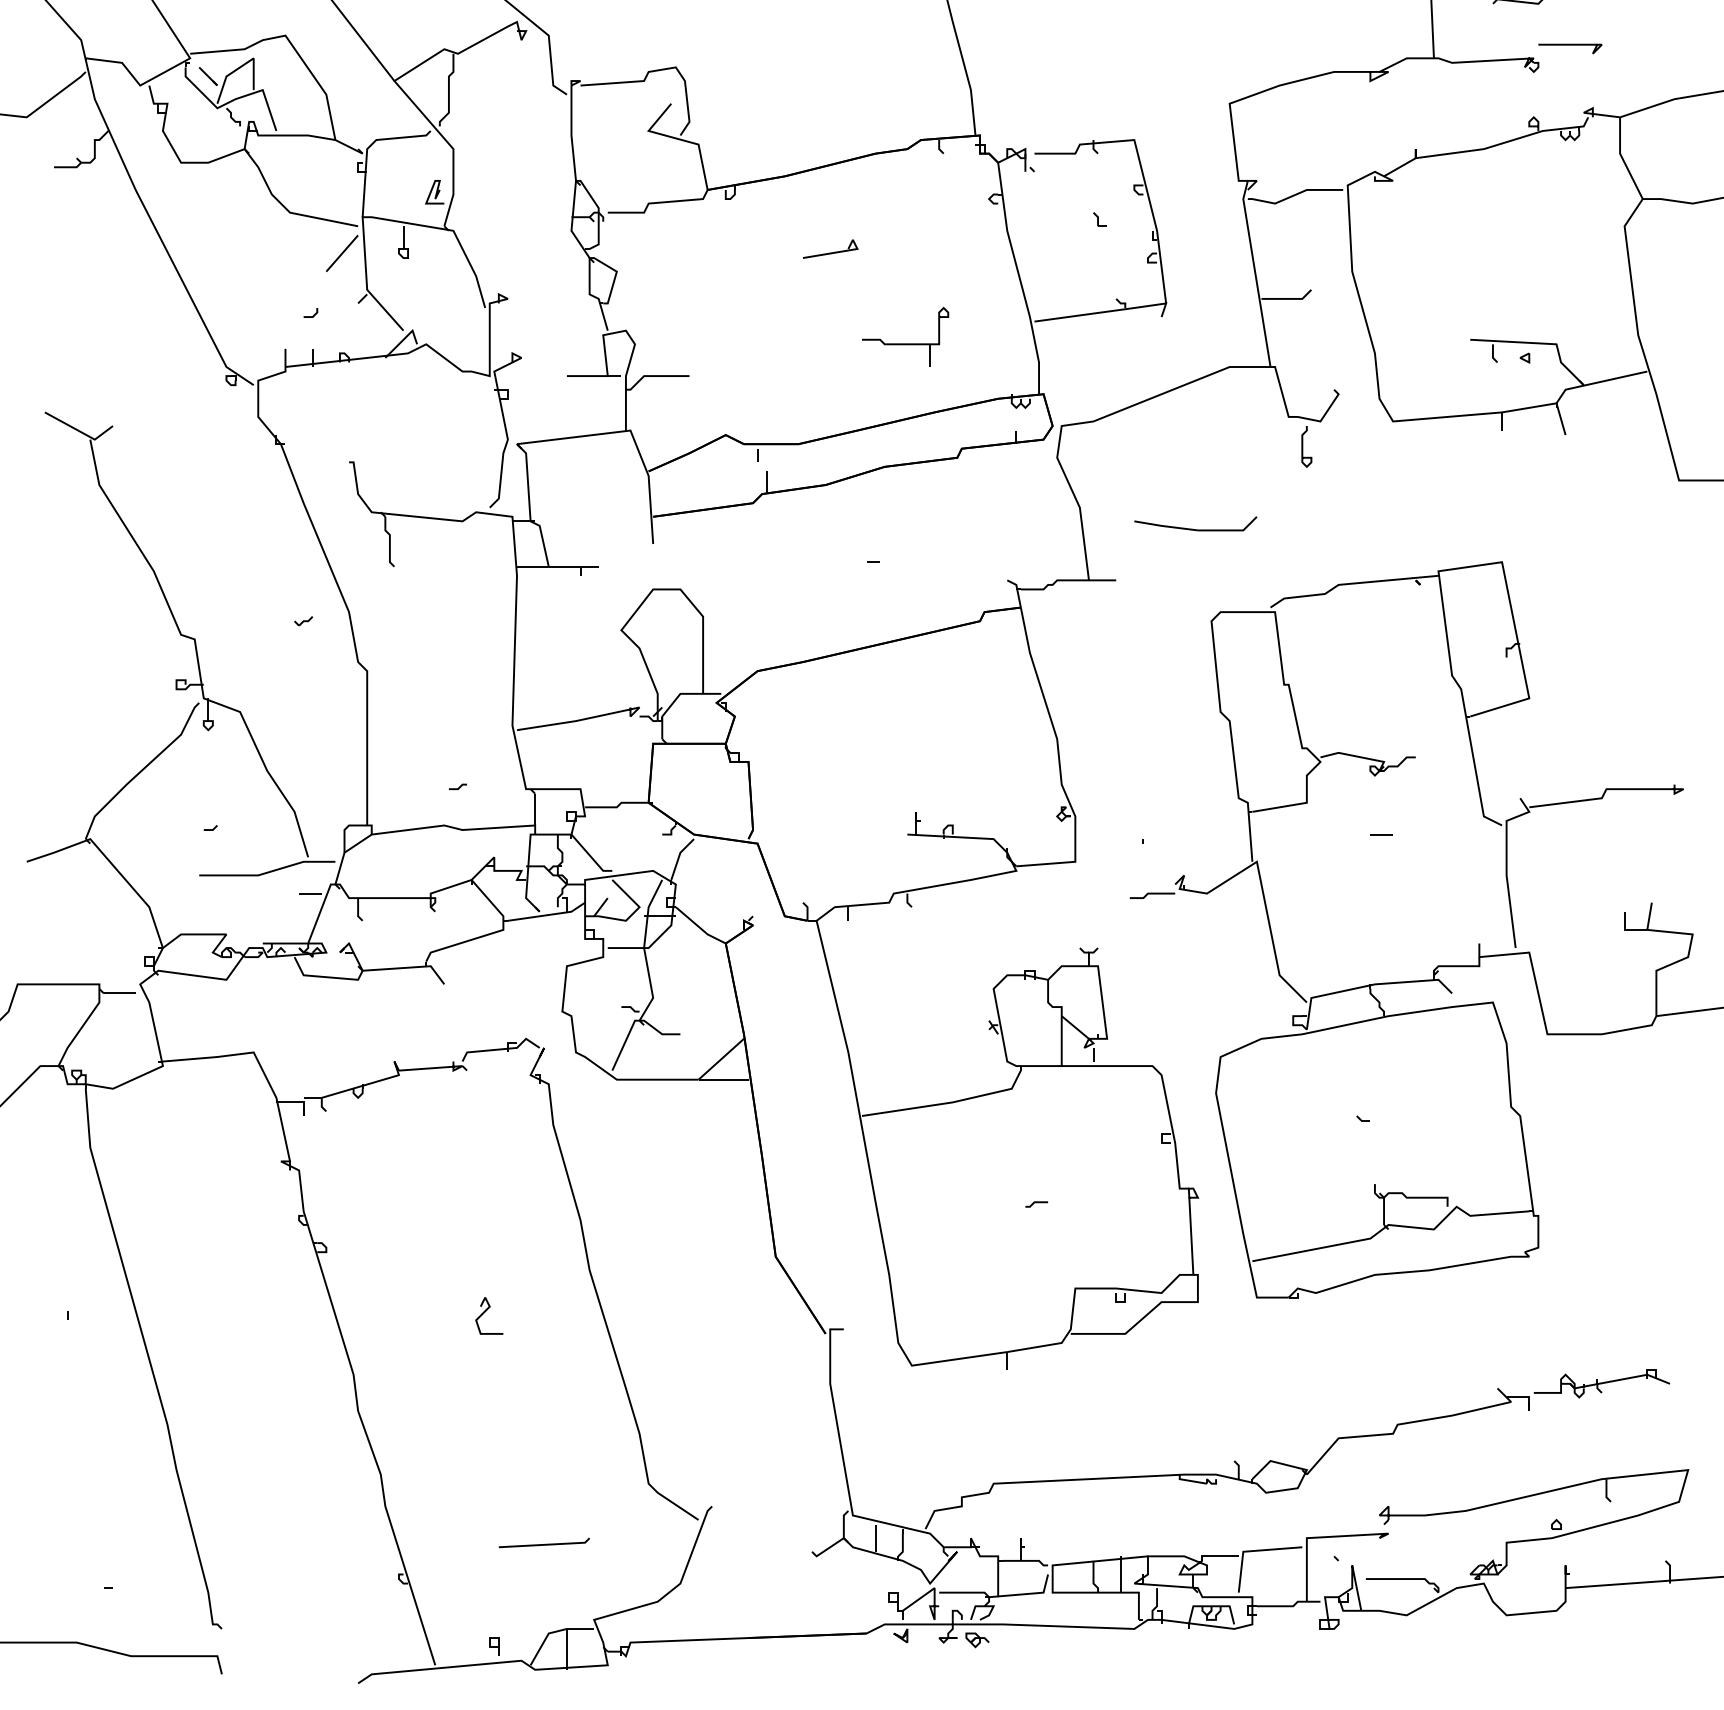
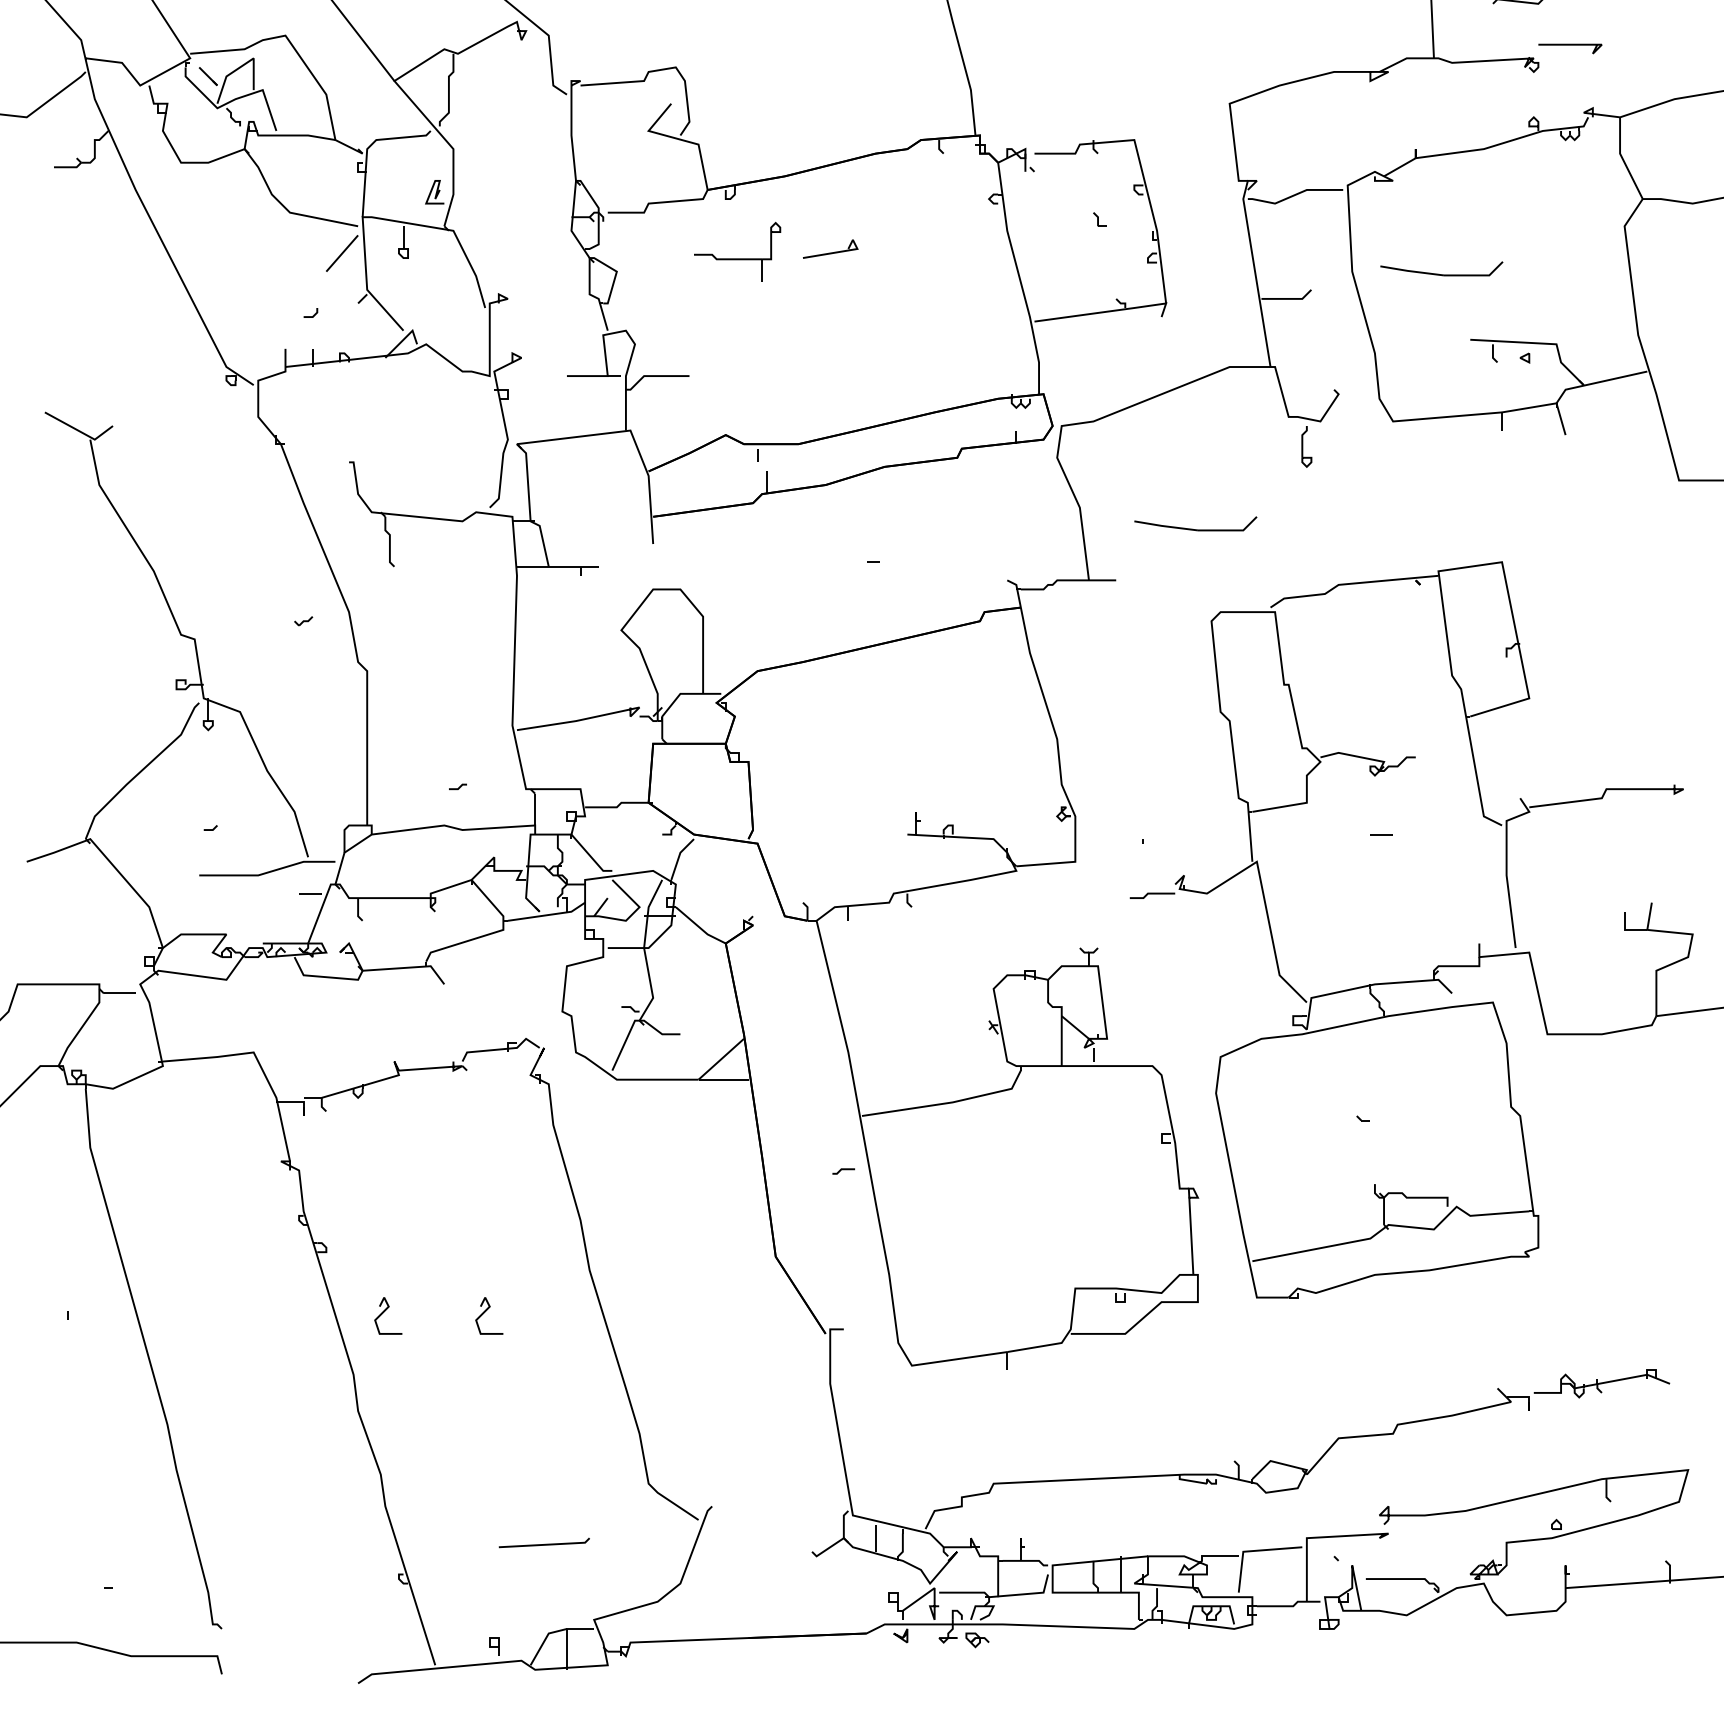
part at (1441, 268): none -> present
part at (905, 343) position: (905, 343) -> (737, 258)
line at (1036, 1203) position: (1036, 1203) -> (843, 1170)
curve at (385, 1311): none -> present
